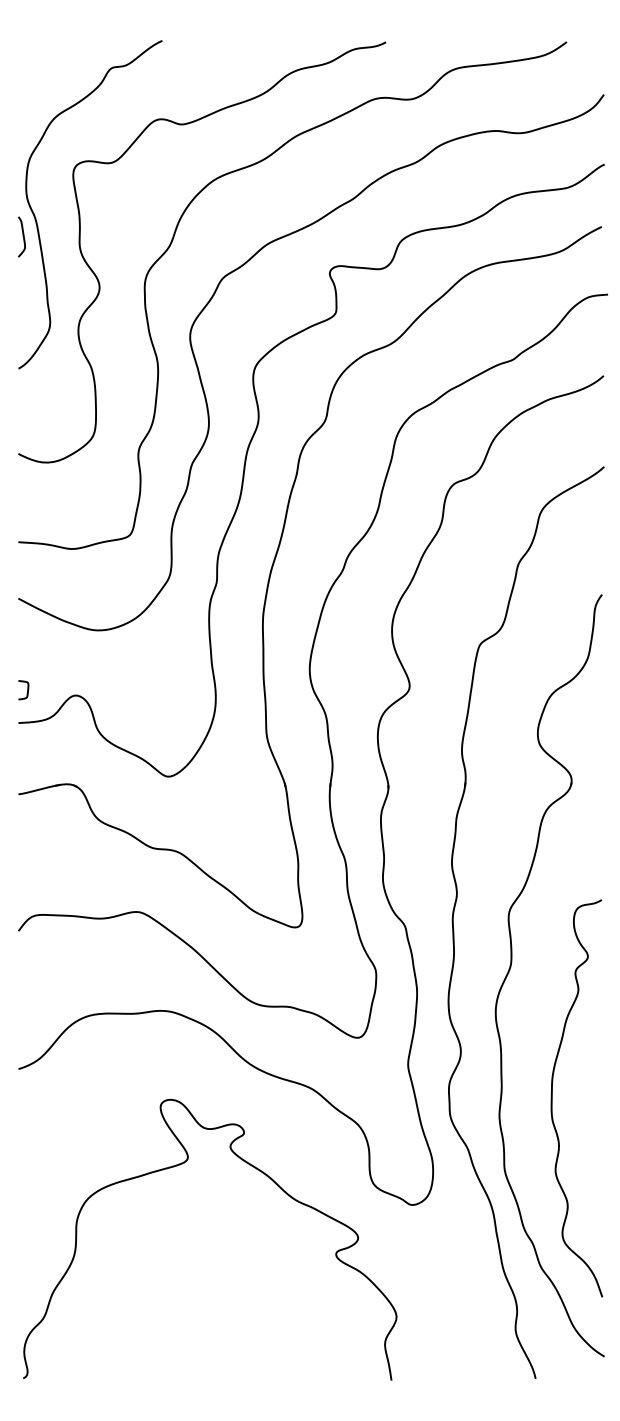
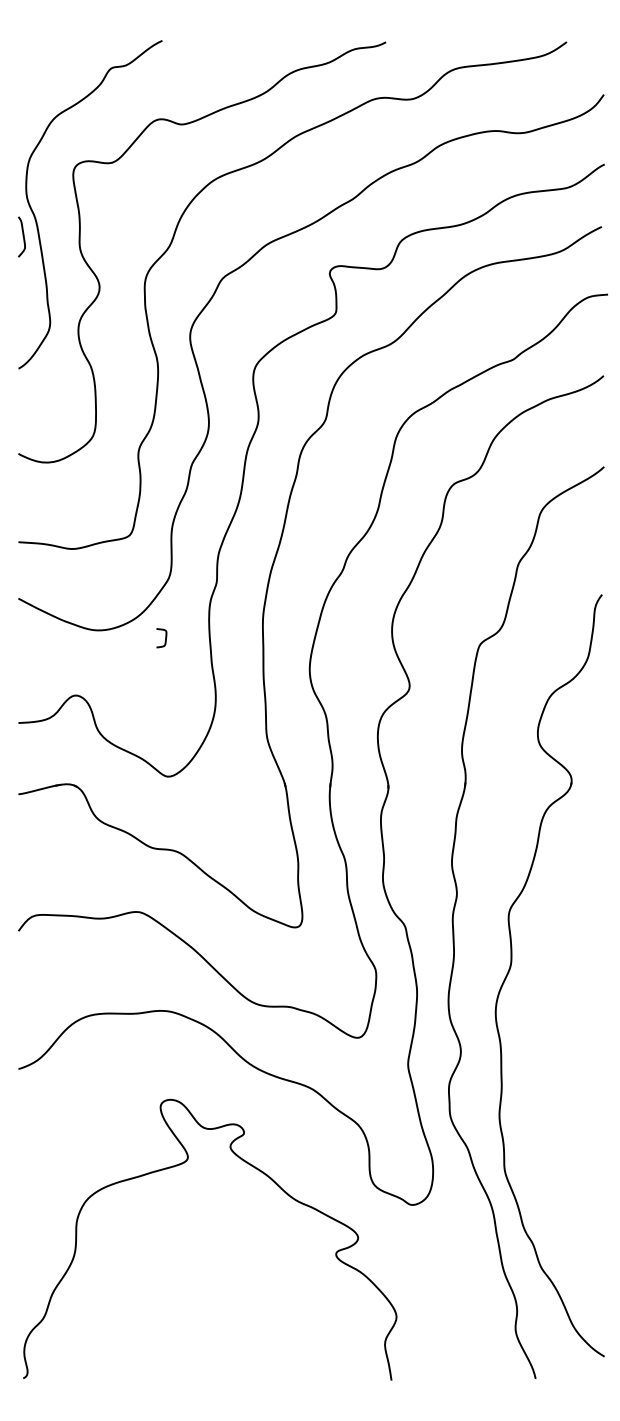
curve at (27, 690) position: (27, 690) -> (165, 638)
curve at (552, 1098): present -> none
